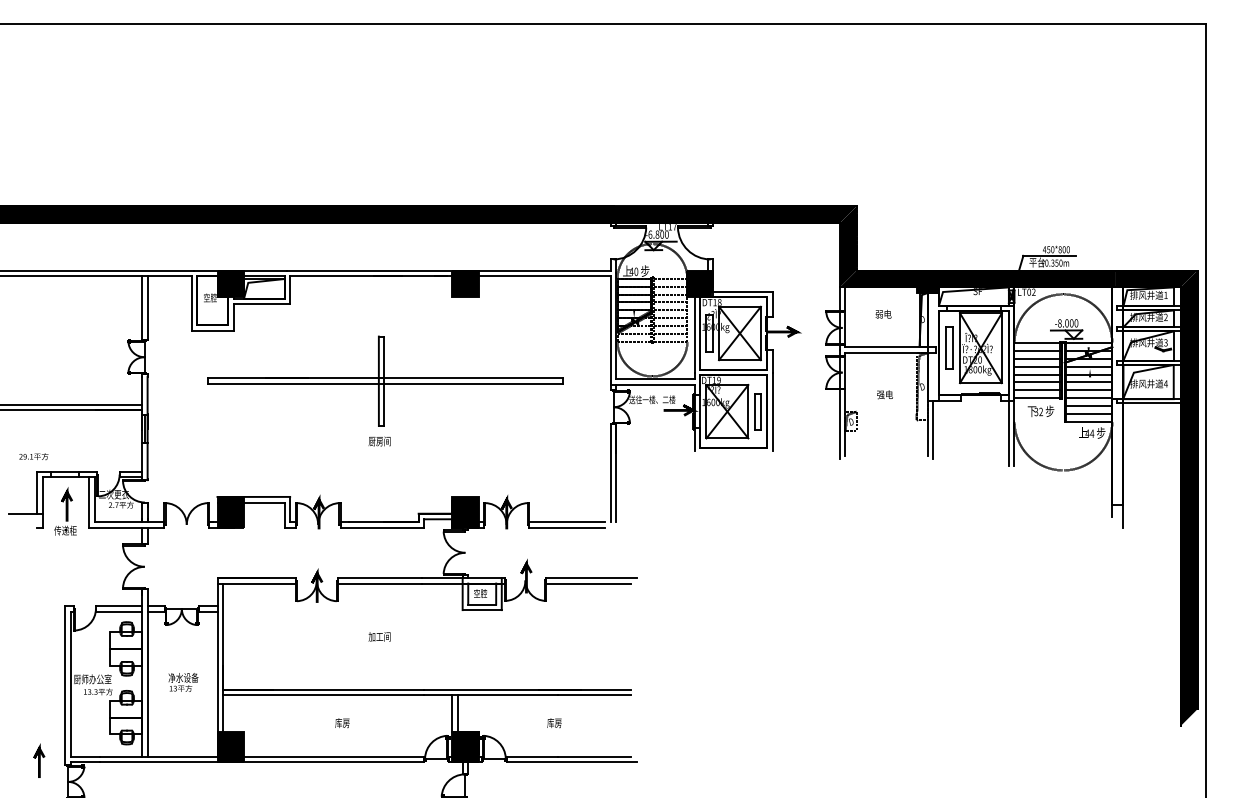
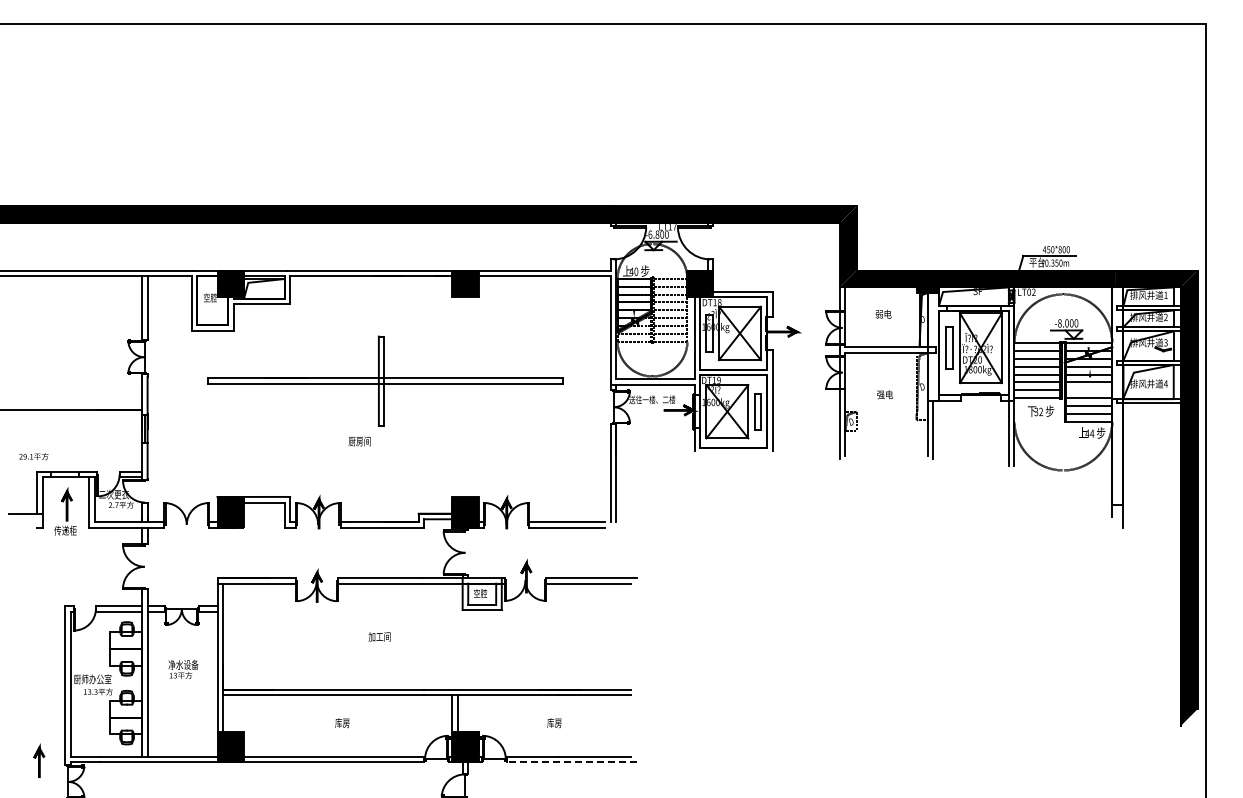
line at (1089, 390): present -> none
line at (72, 404): present -> none
text at (379, 441) position: (379, 441) -> (359, 441)
text at (183, 682) position: (183, 682) -> (183, 669)
line at (571, 762): solid -> dashed
